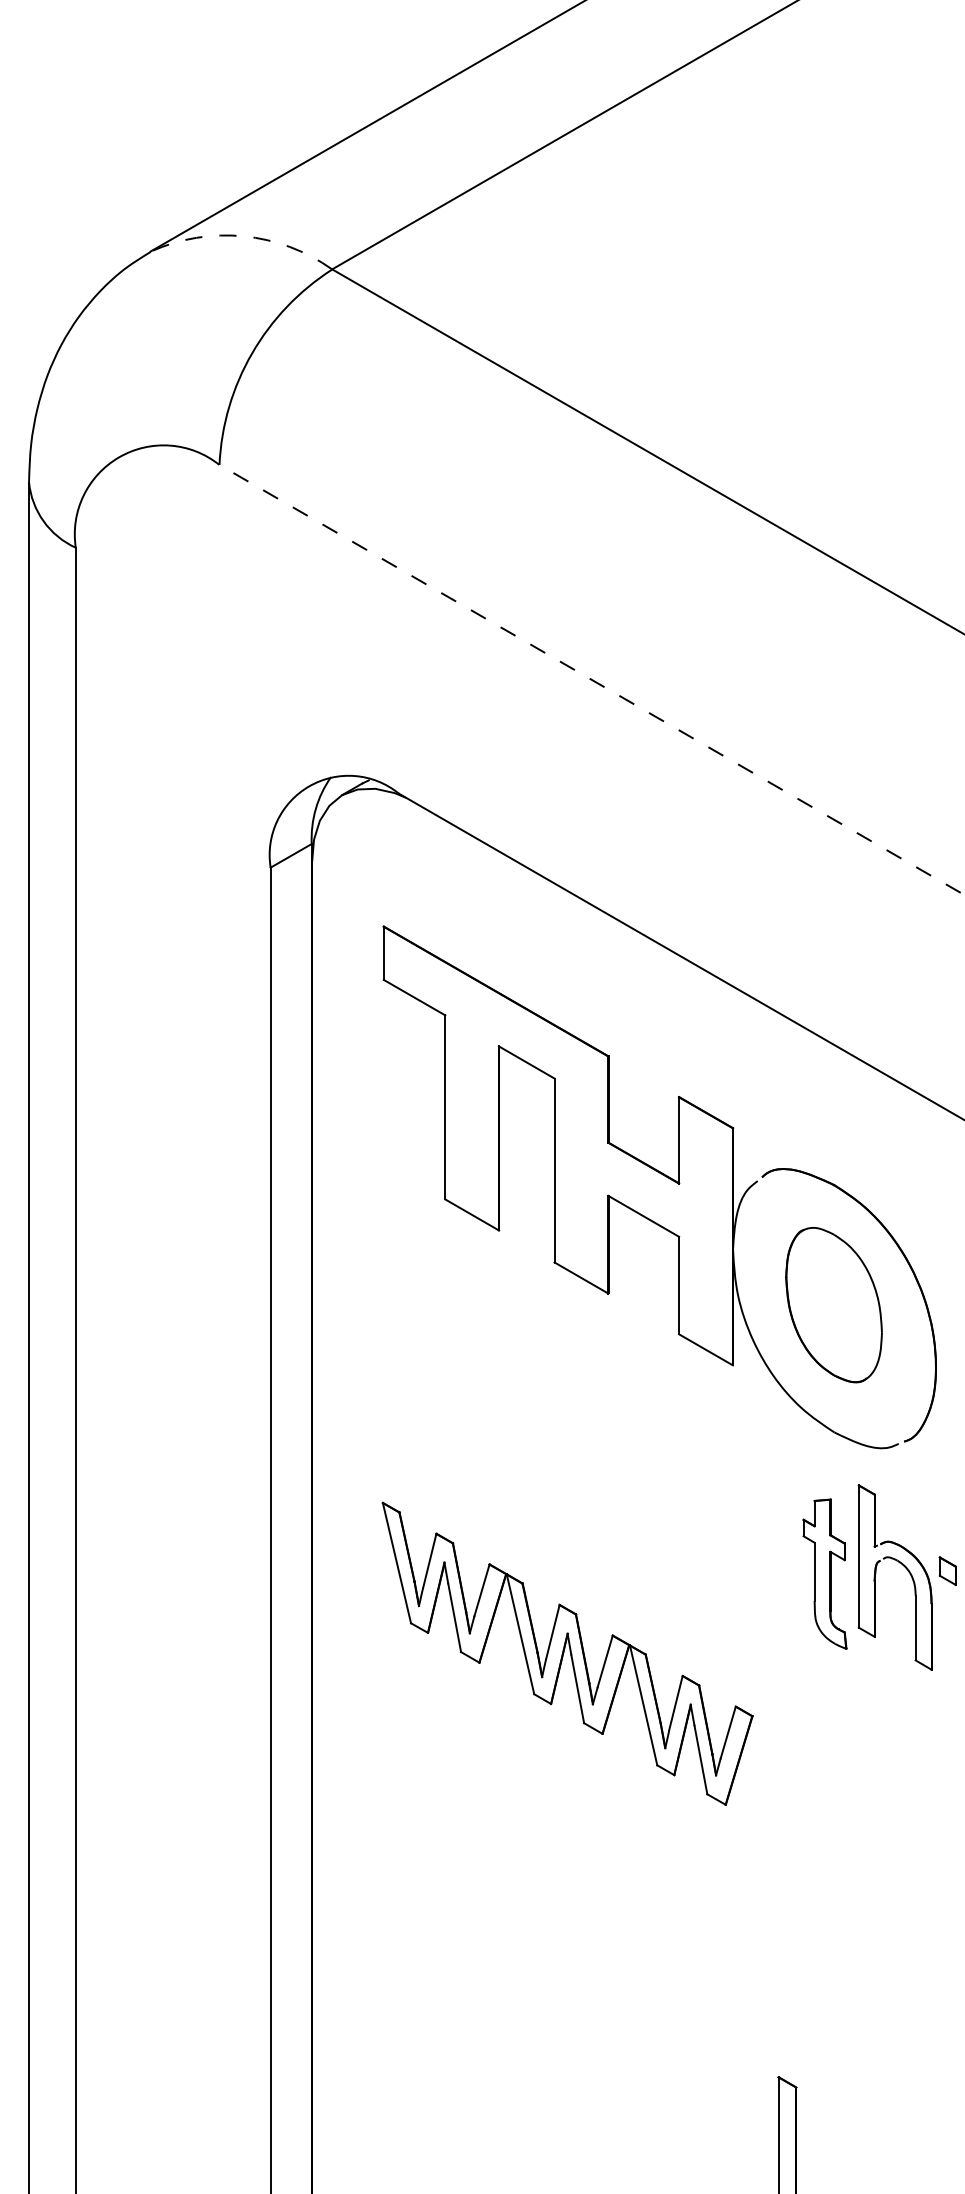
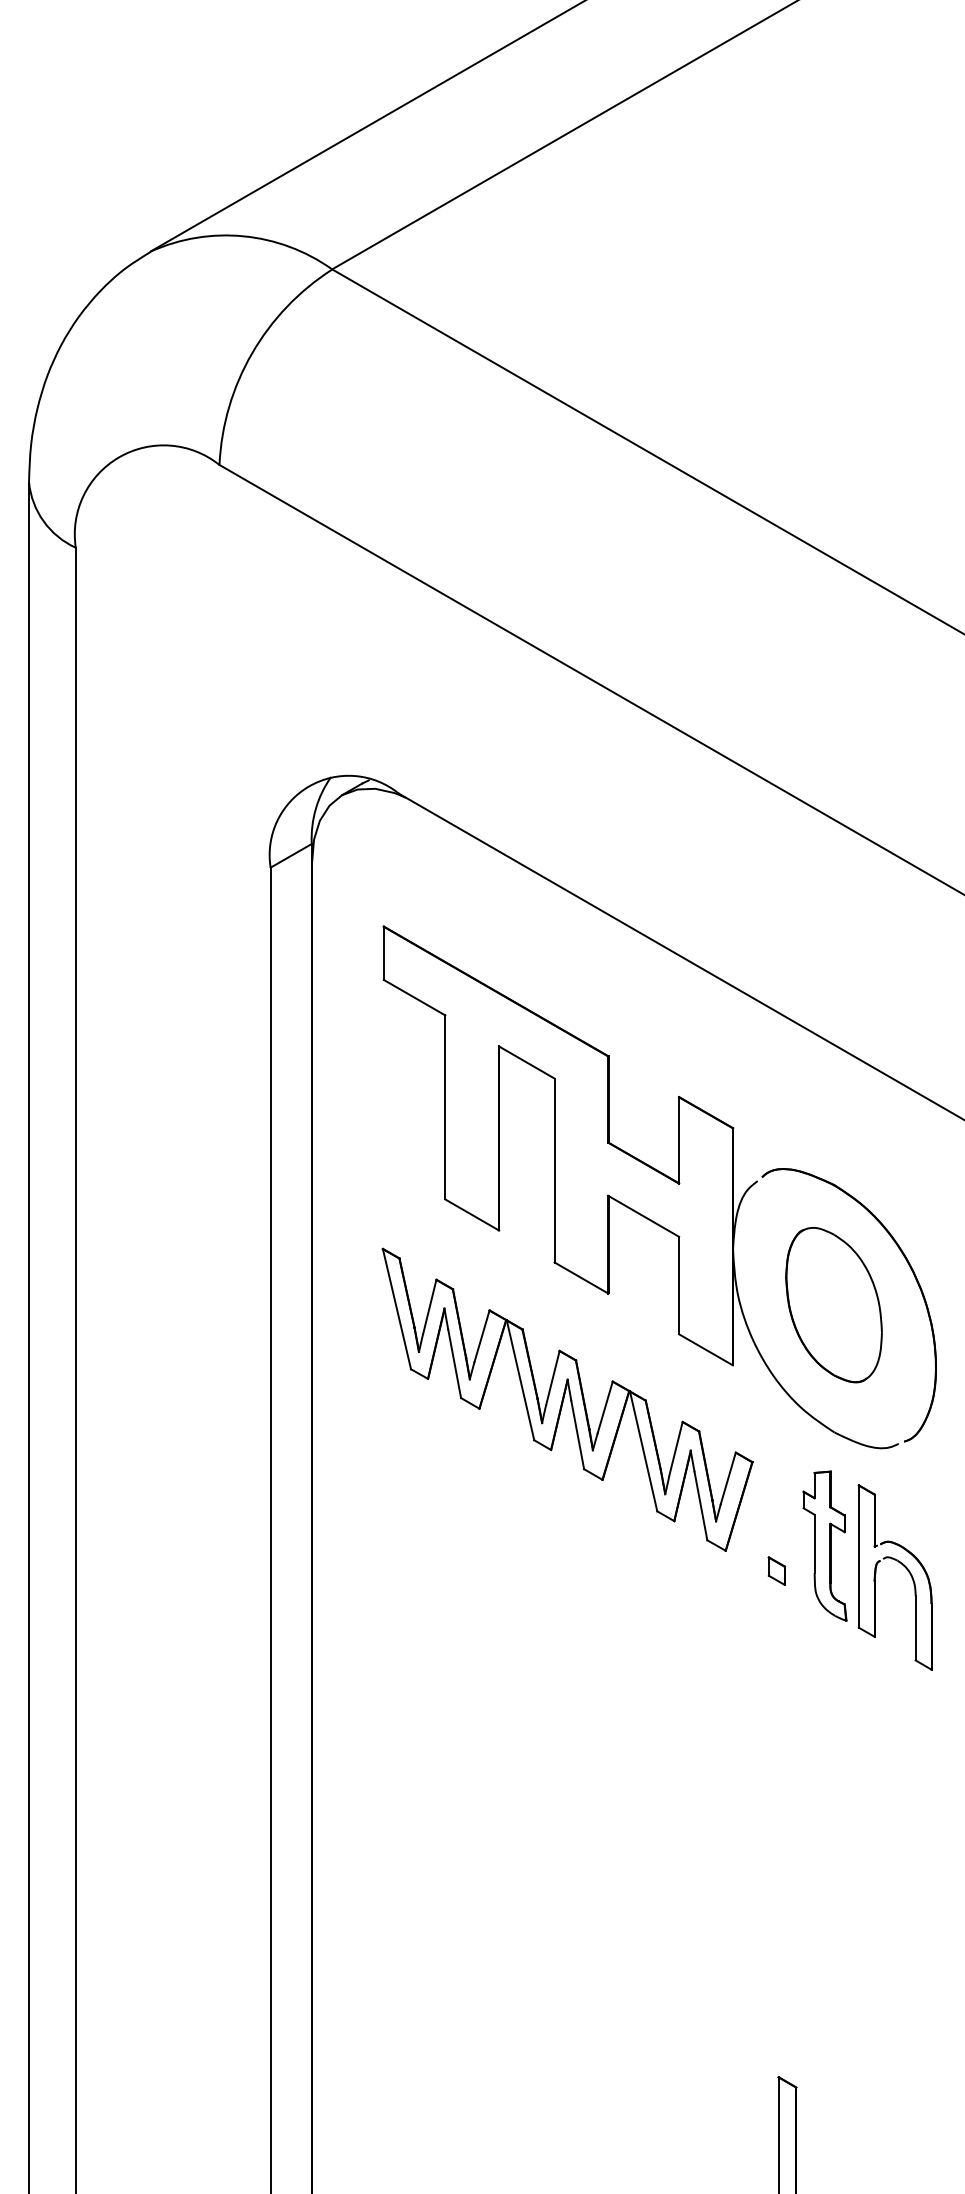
arc at (243, 236): dashed -> solid
line at (591, 679): dashed -> solid
part at (947, 1570) position: (947, 1570) -> (776, 1570)
part at (824, 1573) position: (824, 1573) -> (824, 1545)
part at (567, 1653) position: (567, 1653) -> (567, 1399)
